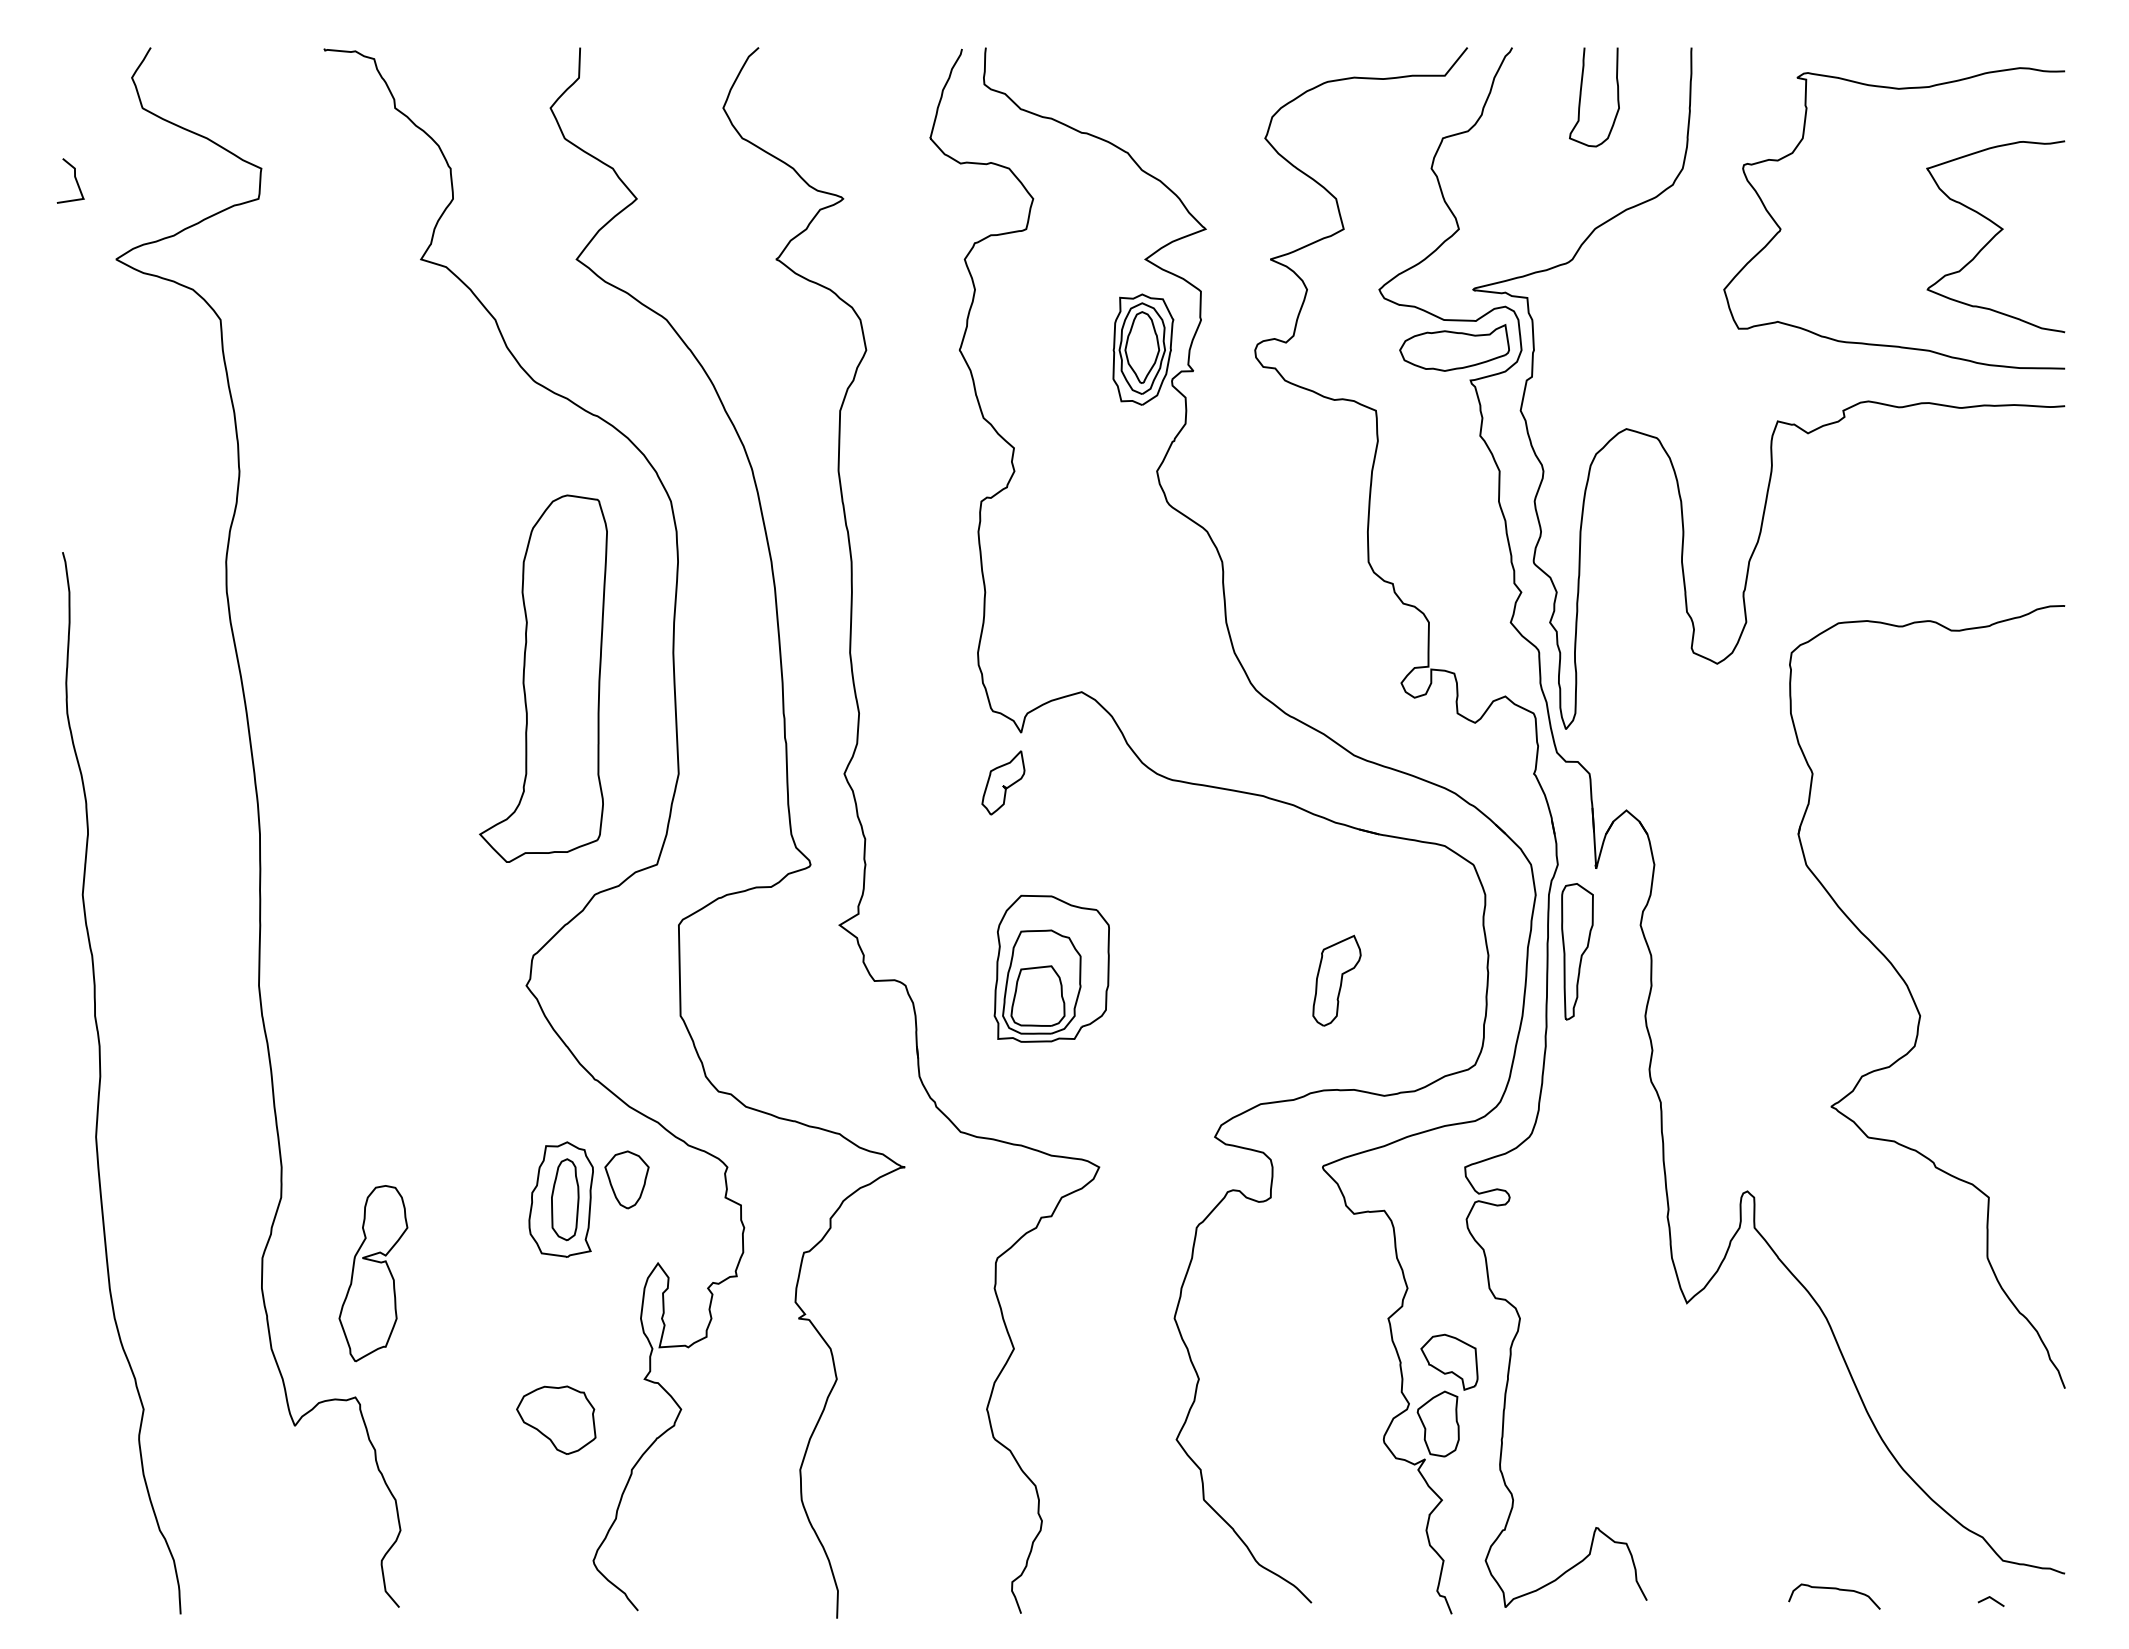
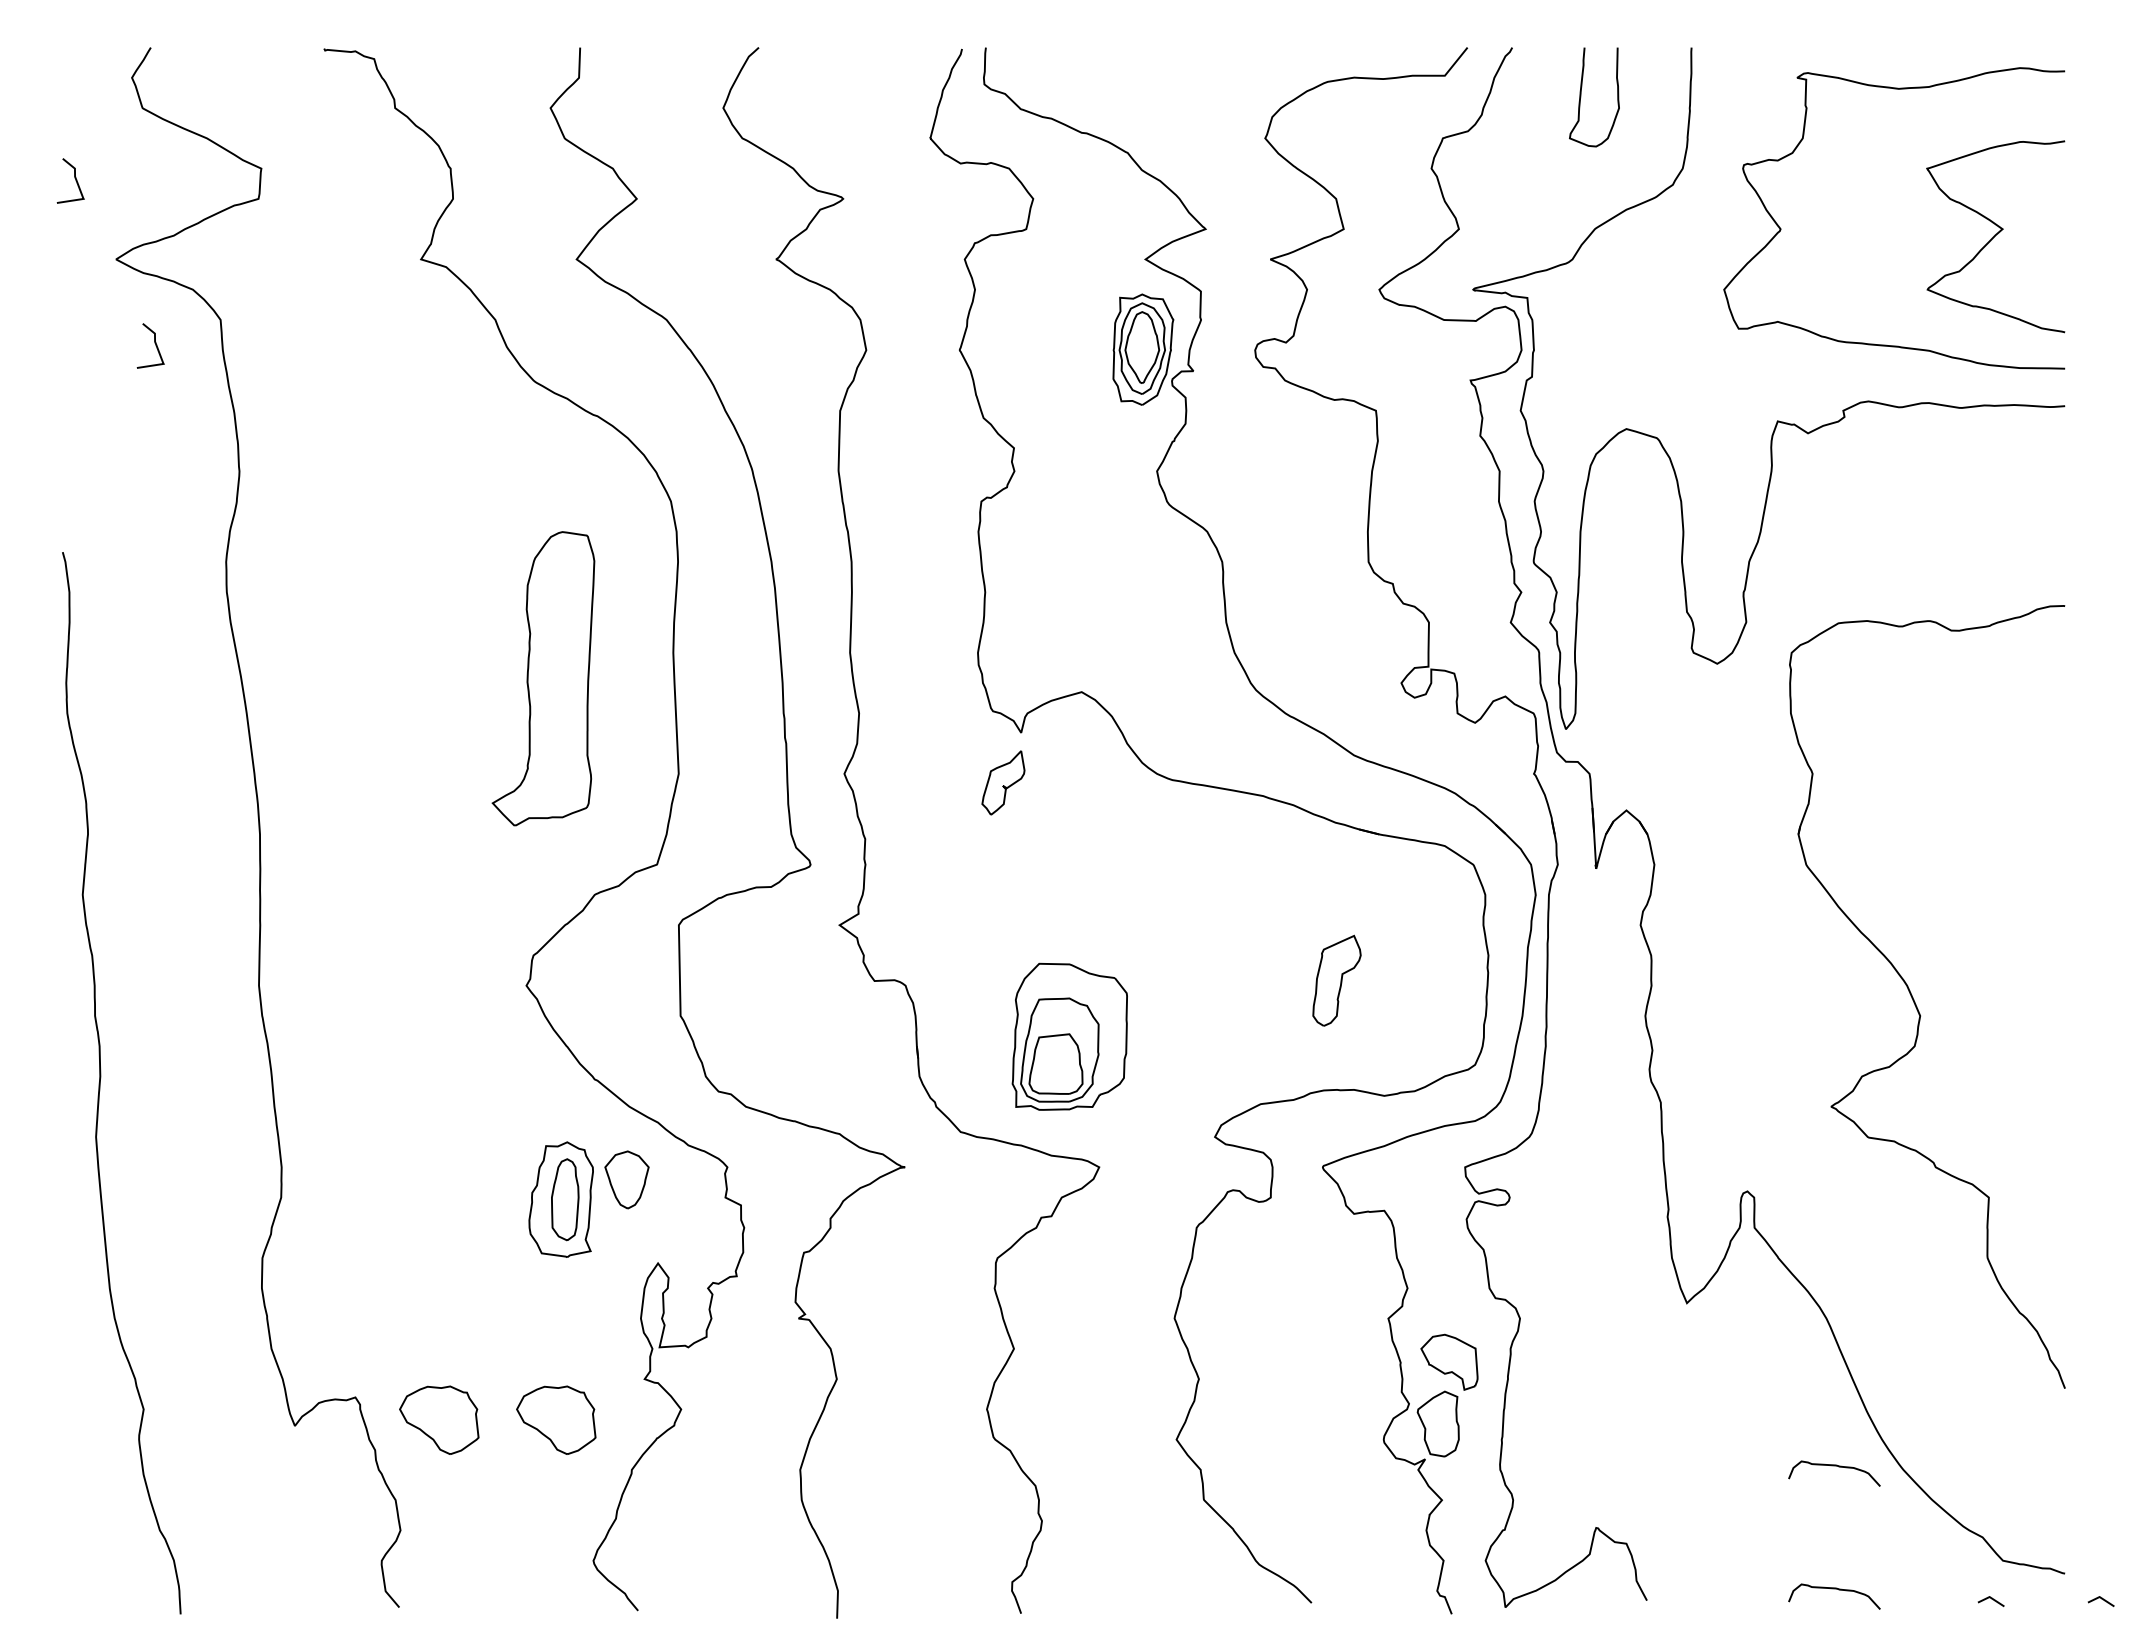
curve at (154, 343): none -> present
part at (1454, 347): present -> none
part at (543, 678) size: 129x369 px -> 105x296 px
part at (1577, 951): present -> none
part at (1051, 968) position: (1051, 968) -> (1069, 1036)
part at (373, 1273): present -> none
part at (439, 1419): none -> present
curve at (1834, 1466): none -> present
line at (2101, 1599): none -> present
